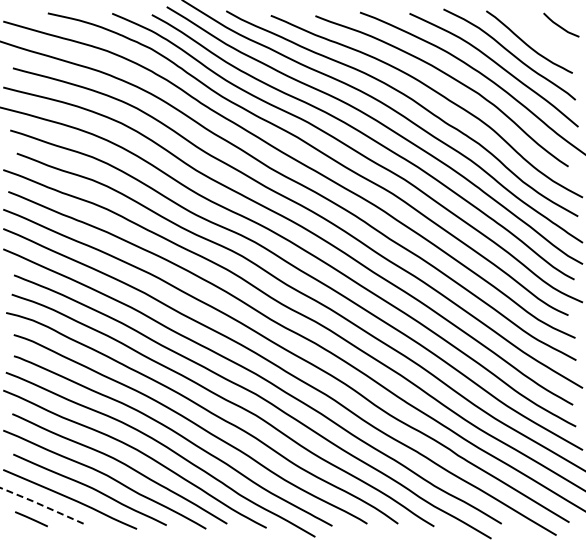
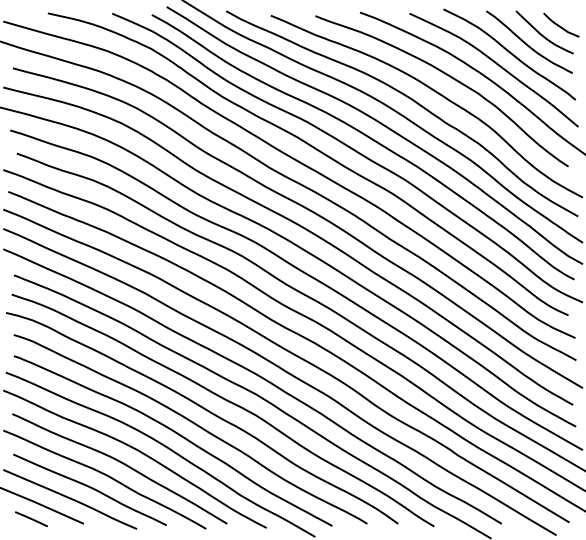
curve at (542, 34): none -> present
line at (42, 505): dashed -> solid
